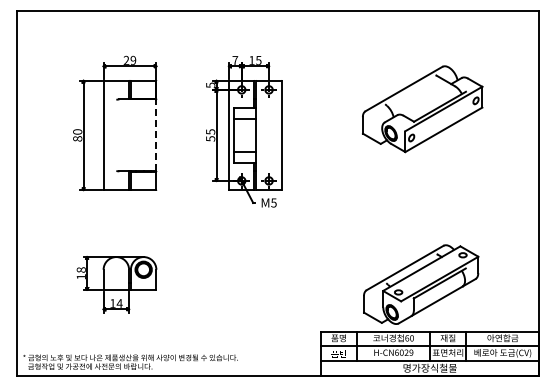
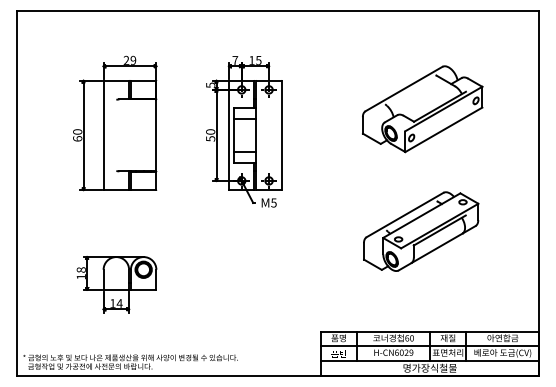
text at (210, 131): 55 -> 50
line at (156, 135): dashed -> solid
text at (77, 138): 80 -> 60
part at (421, 284) position: (421, 284) -> (421, 231)
